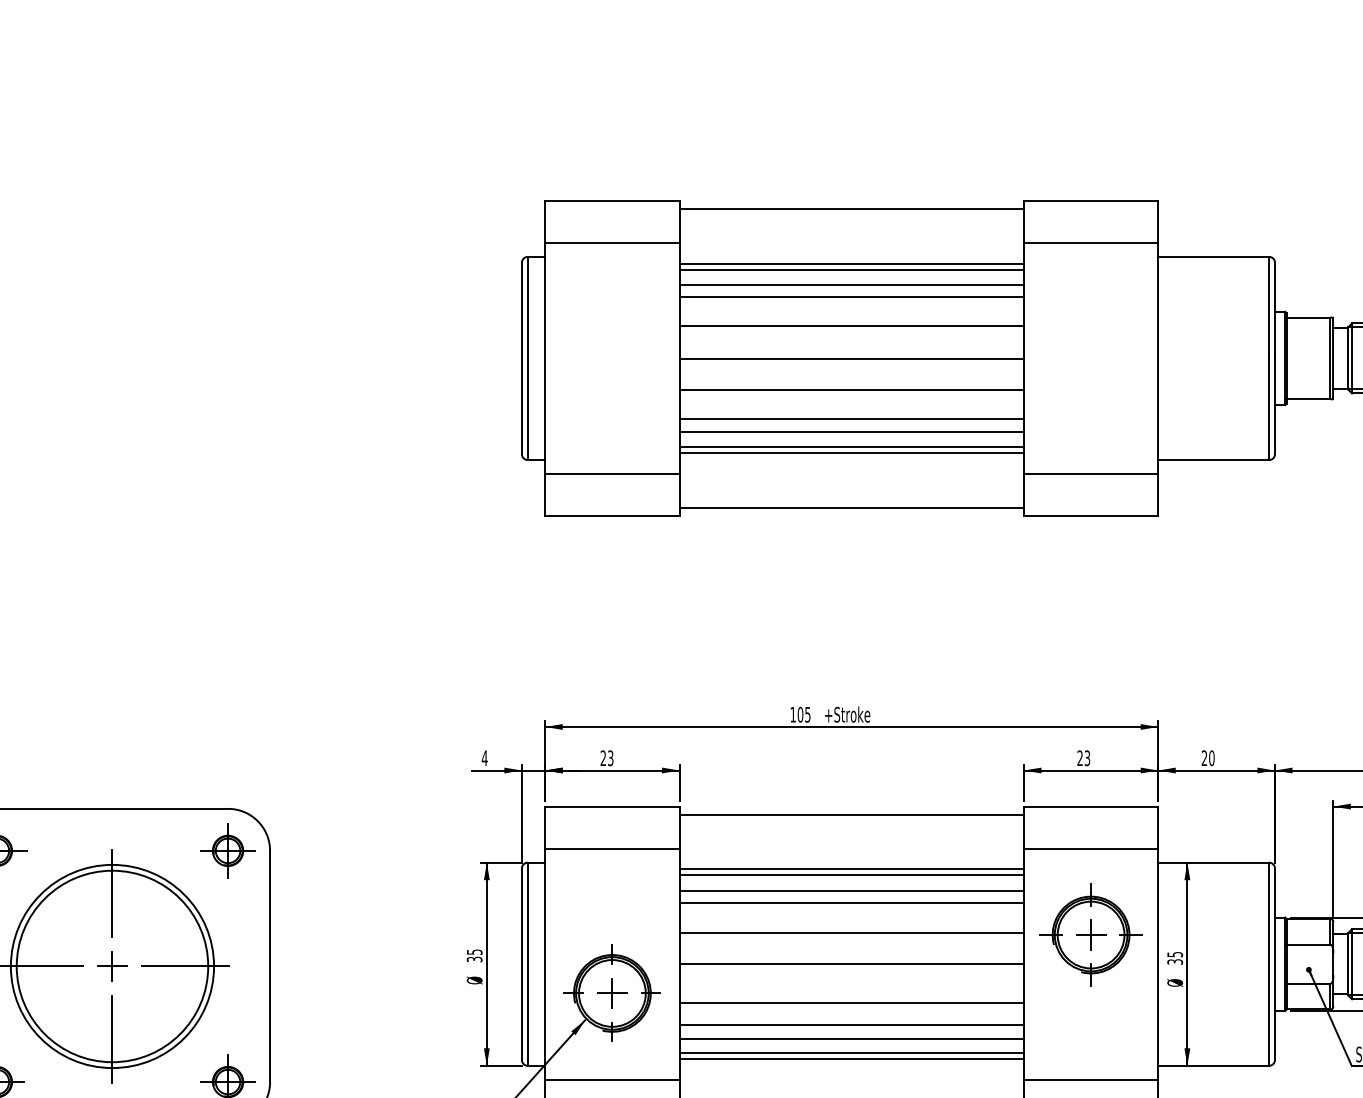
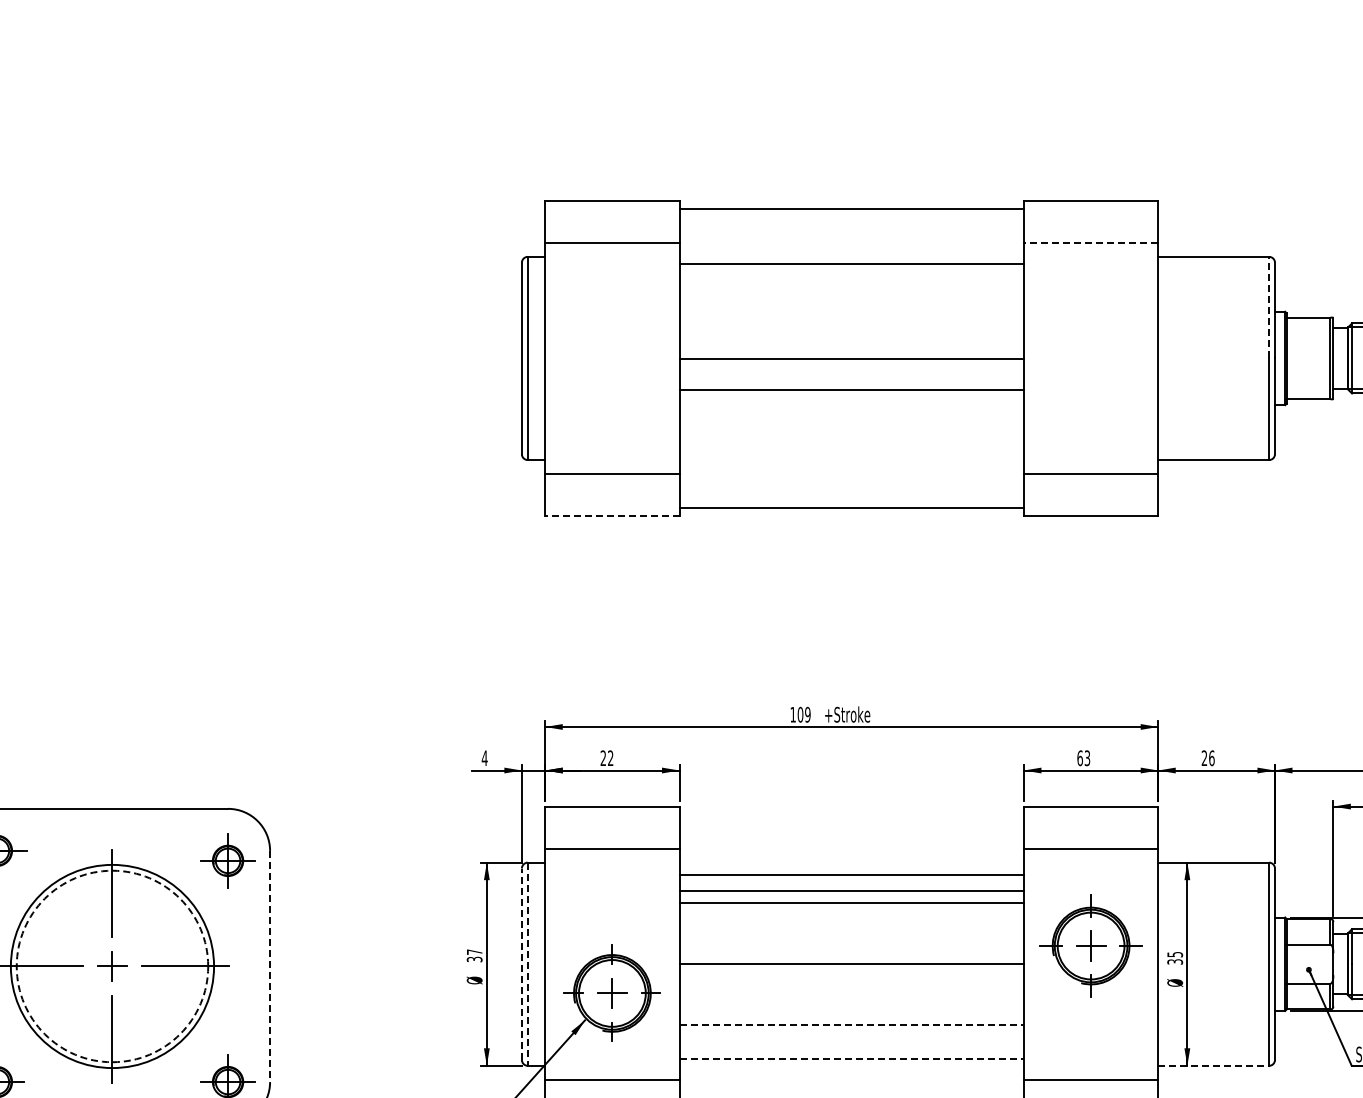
line at (1090, 242): solid -> dashed
line at (851, 269): present -> none
line at (851, 284): present -> none
line at (851, 297): present -> none
line at (1269, 307): solid -> dashed
line at (851, 326): present -> none
line at (851, 419): present -> none
line at (851, 432): present -> none
line at (851, 447): present -> none
line at (851, 453): present -> none
line at (611, 516): solid -> dashed
text at (807, 714): 105 -> 109
text at (1211, 757): 20 -> 26
text at (610, 758): 23 -> 22
text at (1079, 758): 23 -> 63
line at (851, 815): present -> none
part at (227, 850) position: (227, 850) -> (227, 860)
line at (851, 869): present -> none
line at (851, 932): present -> none
part at (1090, 934) position: (1090, 934) -> (1090, 945)
text at (474, 951): 35 -> 37
line at (521, 964): solid -> dashed
line at (527, 964): solid -> dashed
circle at (112, 966): solid -> dashed
line at (270, 966): solid -> dashed
line at (851, 1002): present -> none
line at (852, 1025): solid -> dashed
line at (851, 1038): present -> none
line at (851, 1053): present -> none
line at (852, 1059): solid -> dashed
line at (1214, 1065): solid -> dashed
